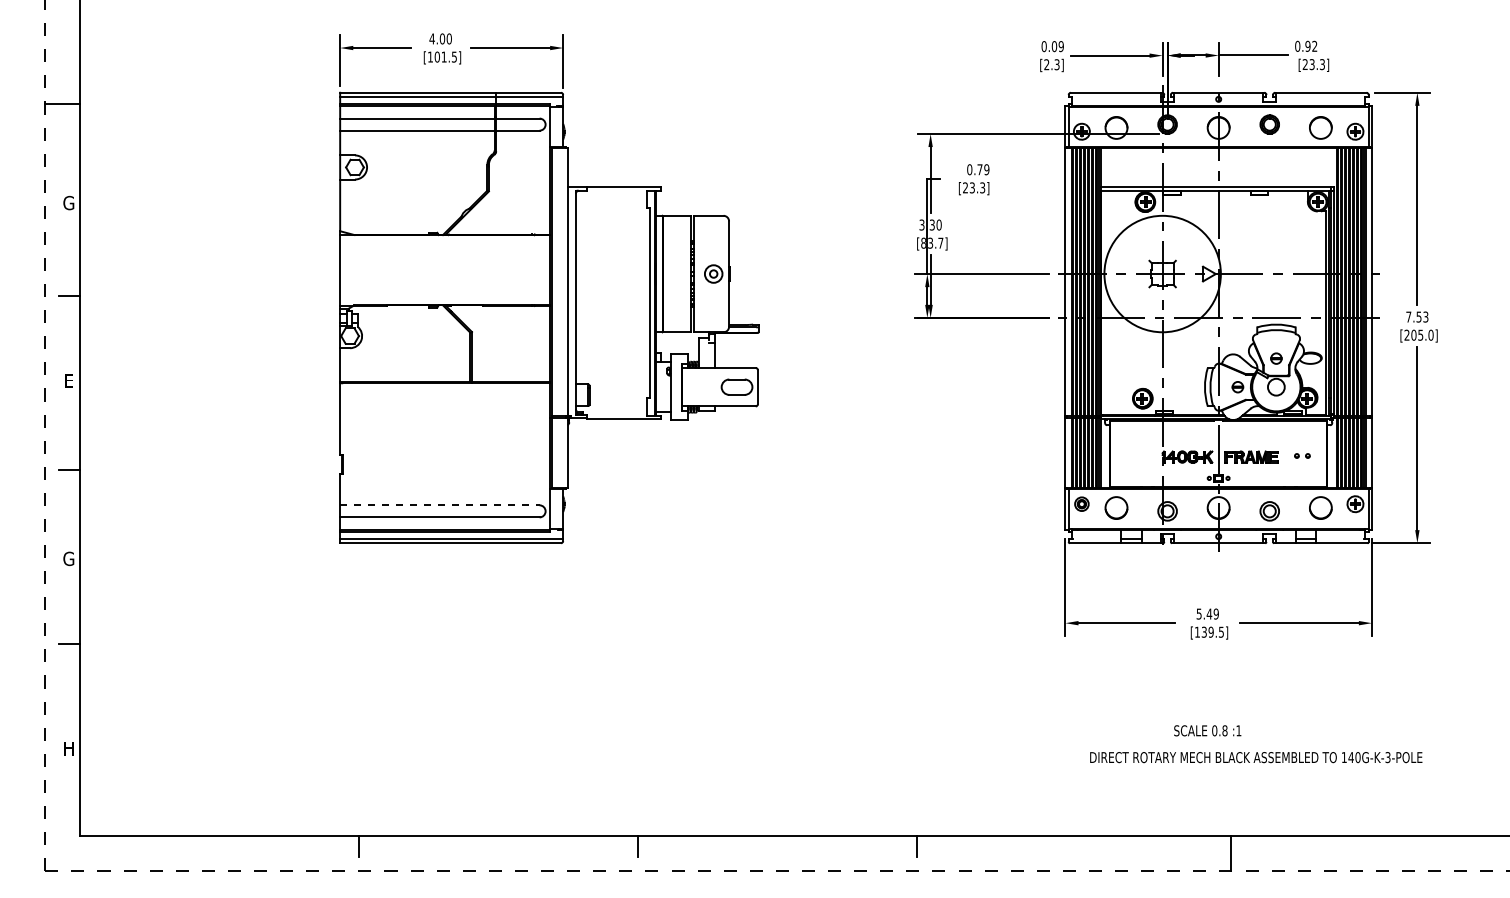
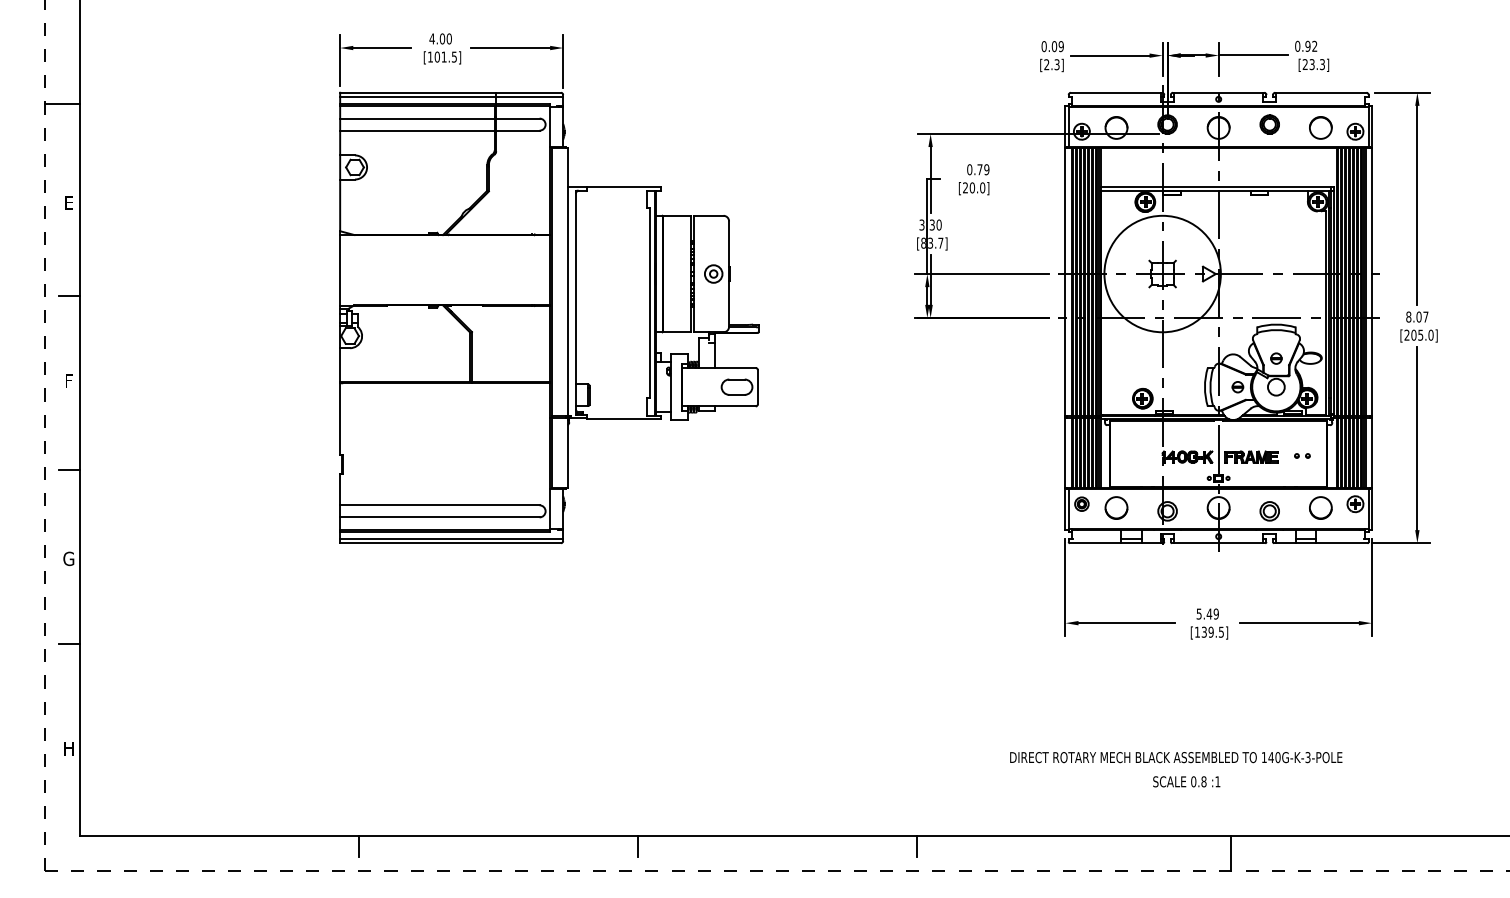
text at (977, 187): [23.3] -> [20.0]
text at (68, 202): G -> E
text at (1417, 316): 7.53 -> 8.07
text at (68, 380): E -> F
line at (439, 505): dashed -> solid
text at (1207, 730) position: (1207, 730) -> (1186, 781)
text at (1256, 757) position: (1256, 757) -> (1176, 757)
